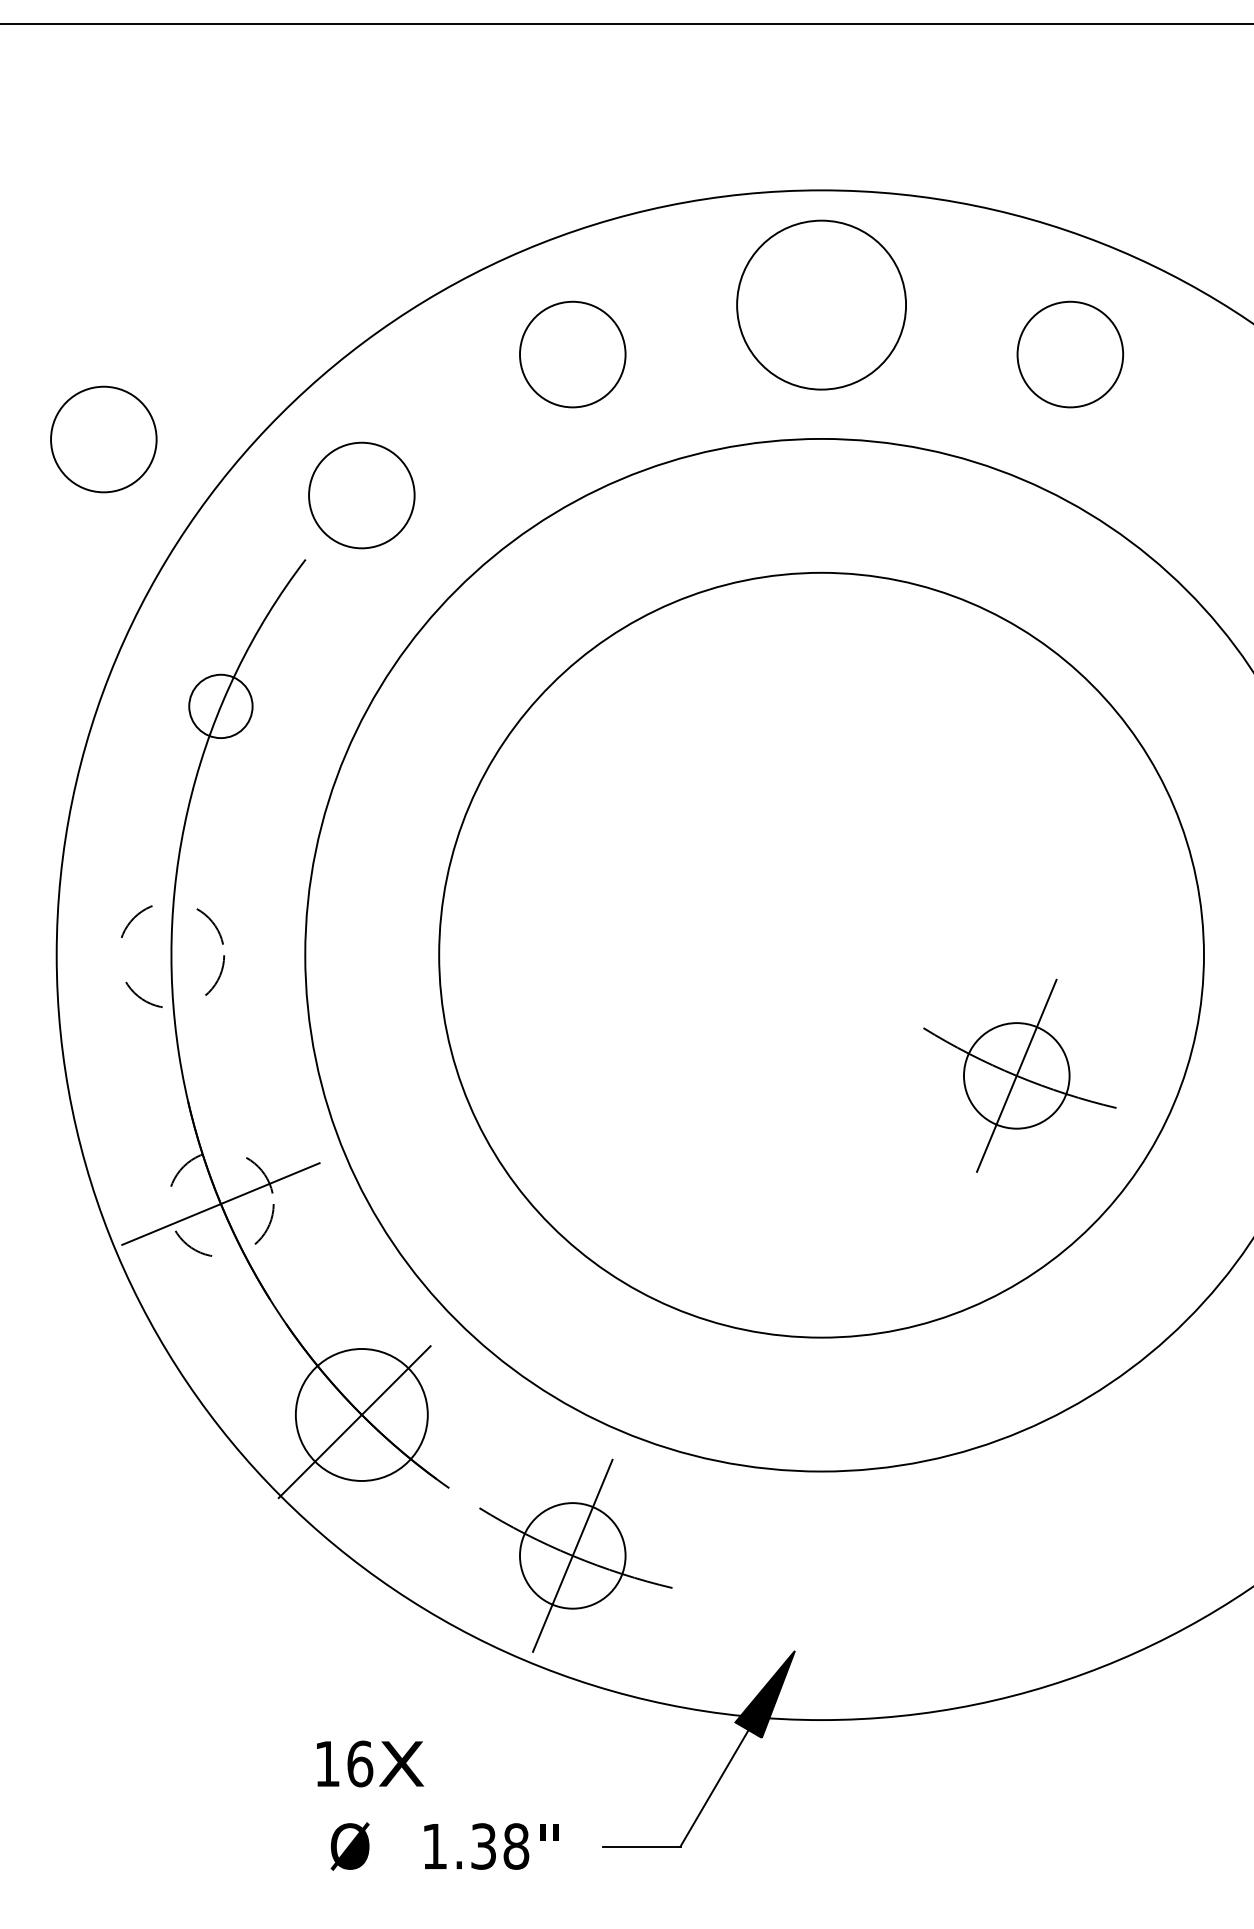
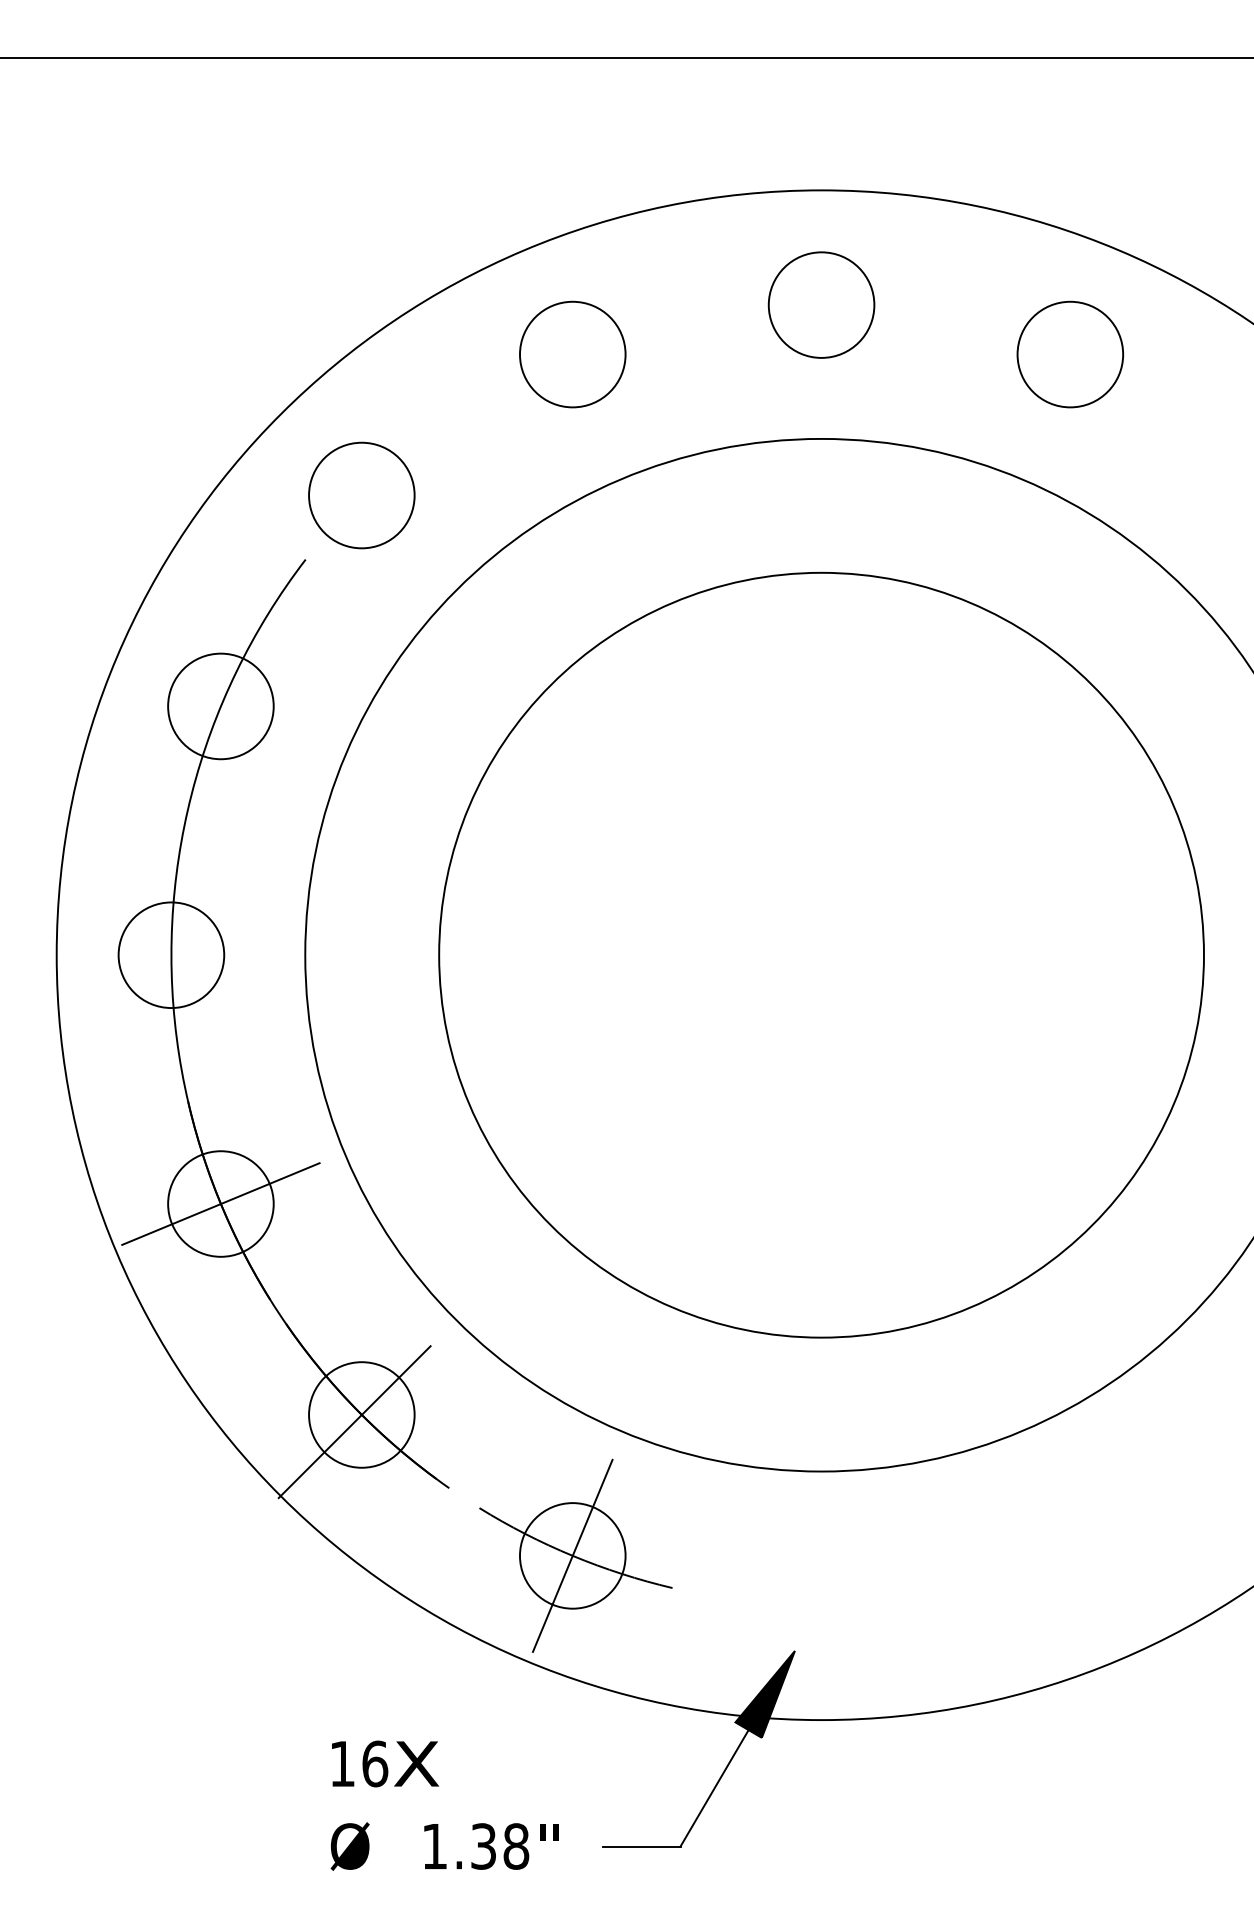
line at (626, 23) position: (626, 23) -> (626, 57)
circle at (821, 304) diameter: 169 px -> 106 px
circle at (103, 439): present -> none
circle at (220, 706) diameter: 63 px -> 106 px
circle at (171, 955): dashed -> solid
part at (1019, 1075): present -> none
circle at (220, 1203): dashed -> solid
circle at (361, 1414) diameter: 132 px -> 106 px
text at (370, 1763) position: (370, 1763) -> (385, 1763)
